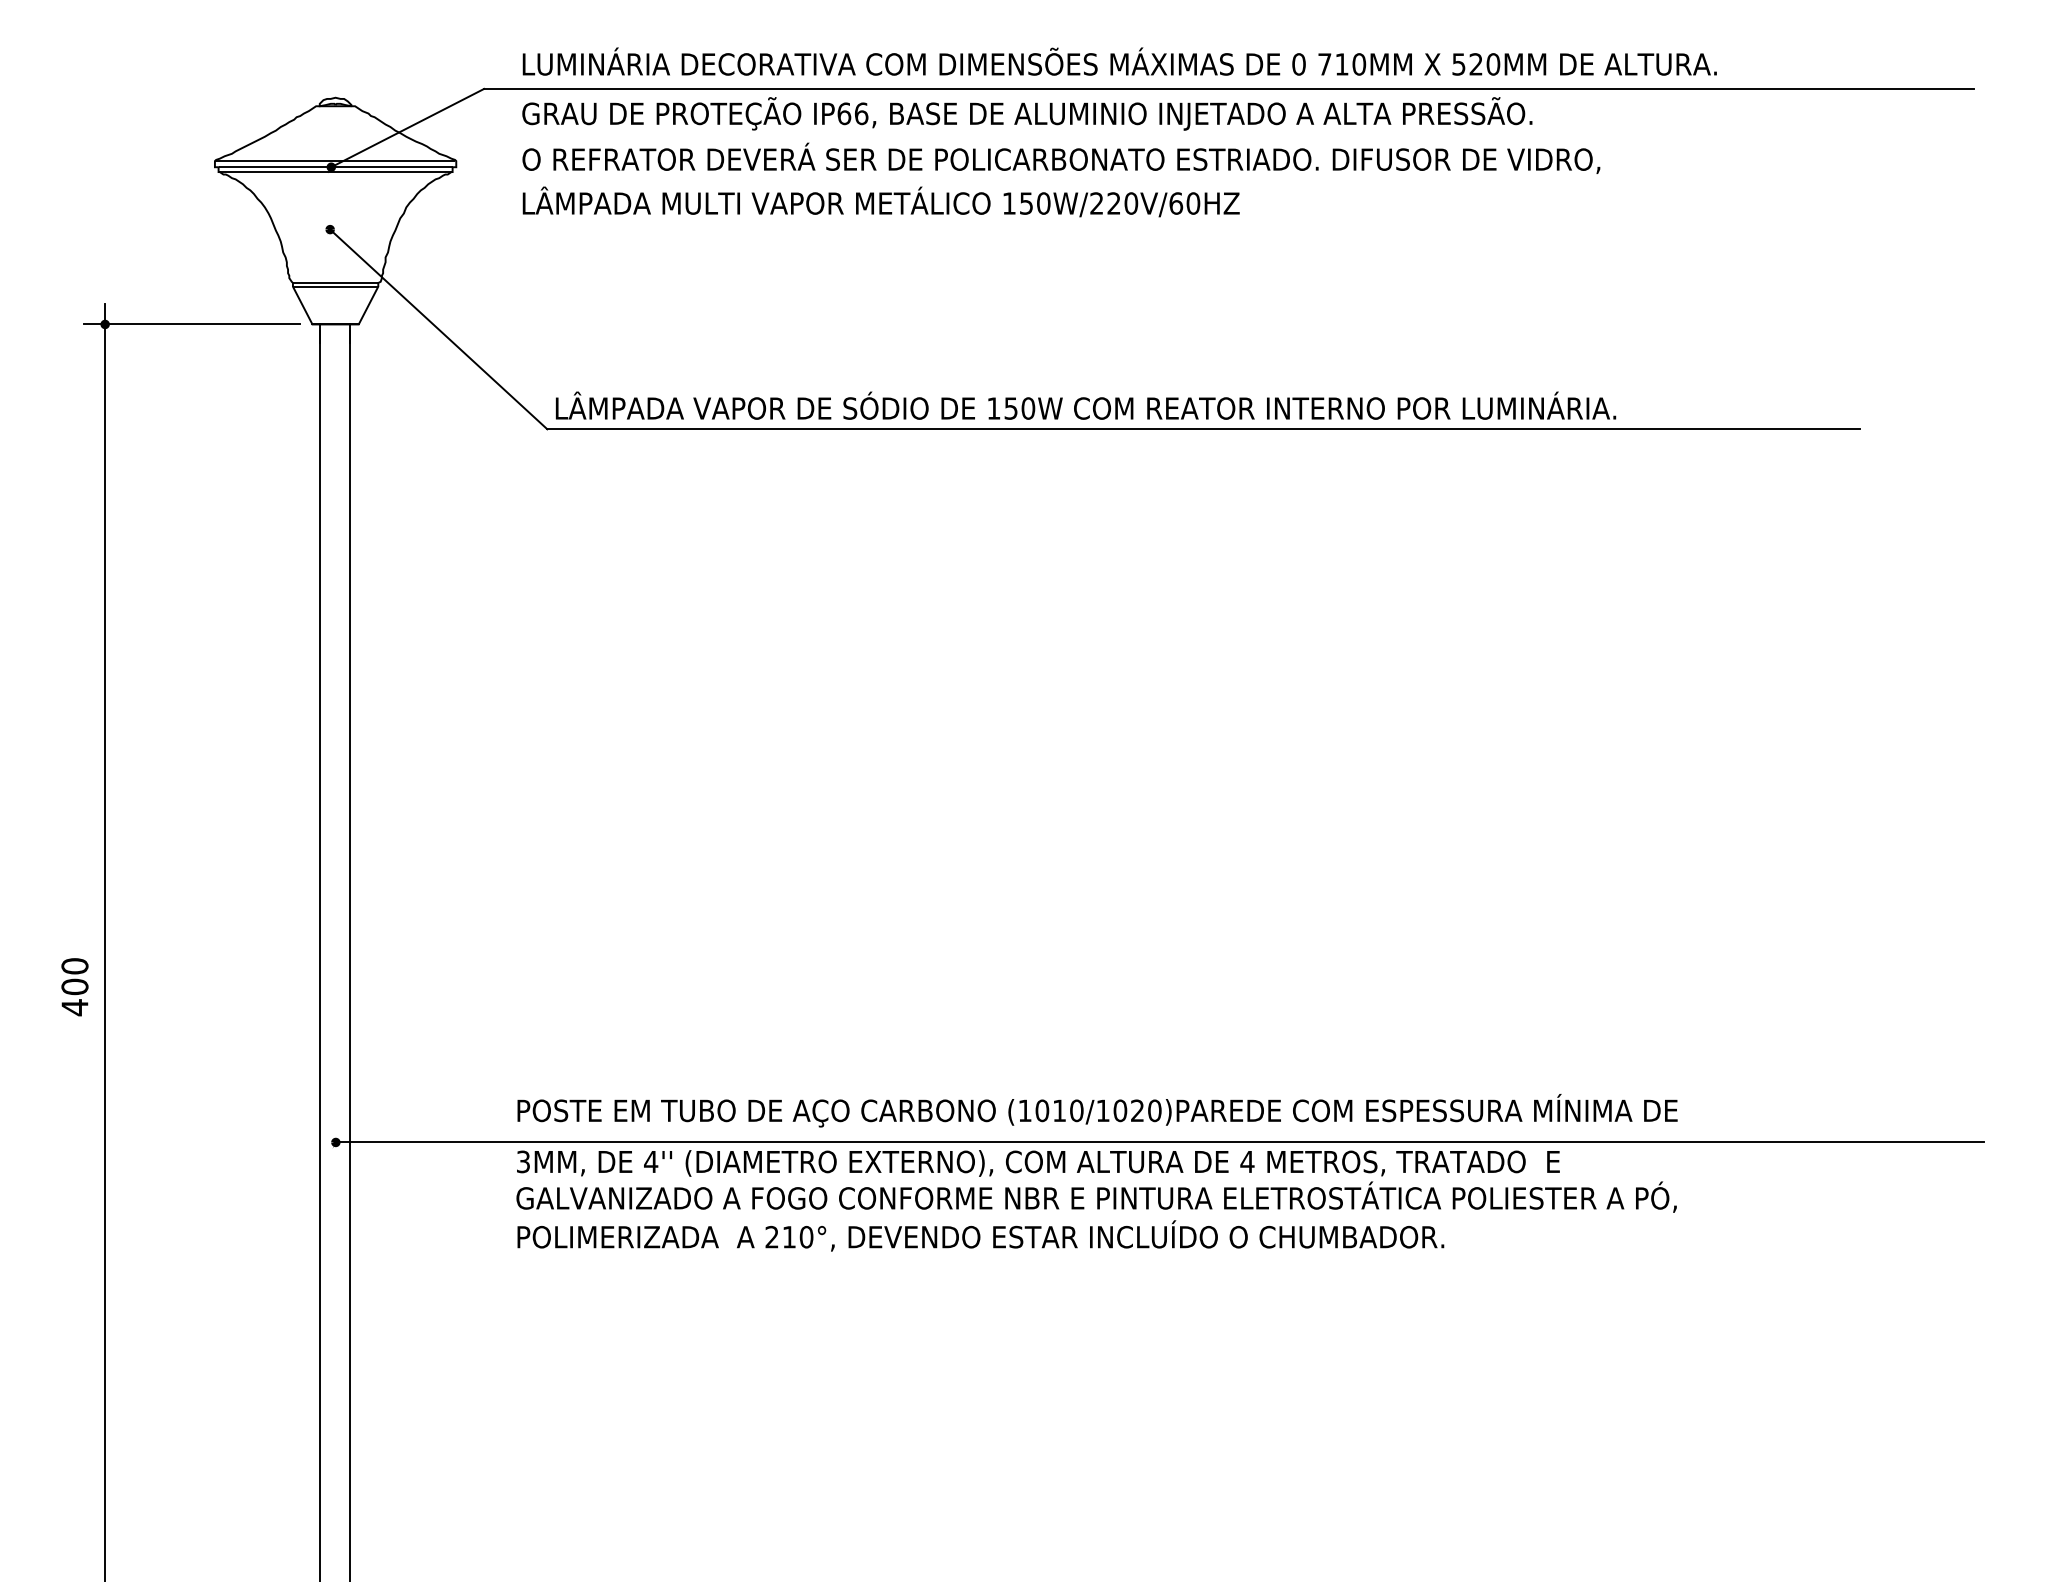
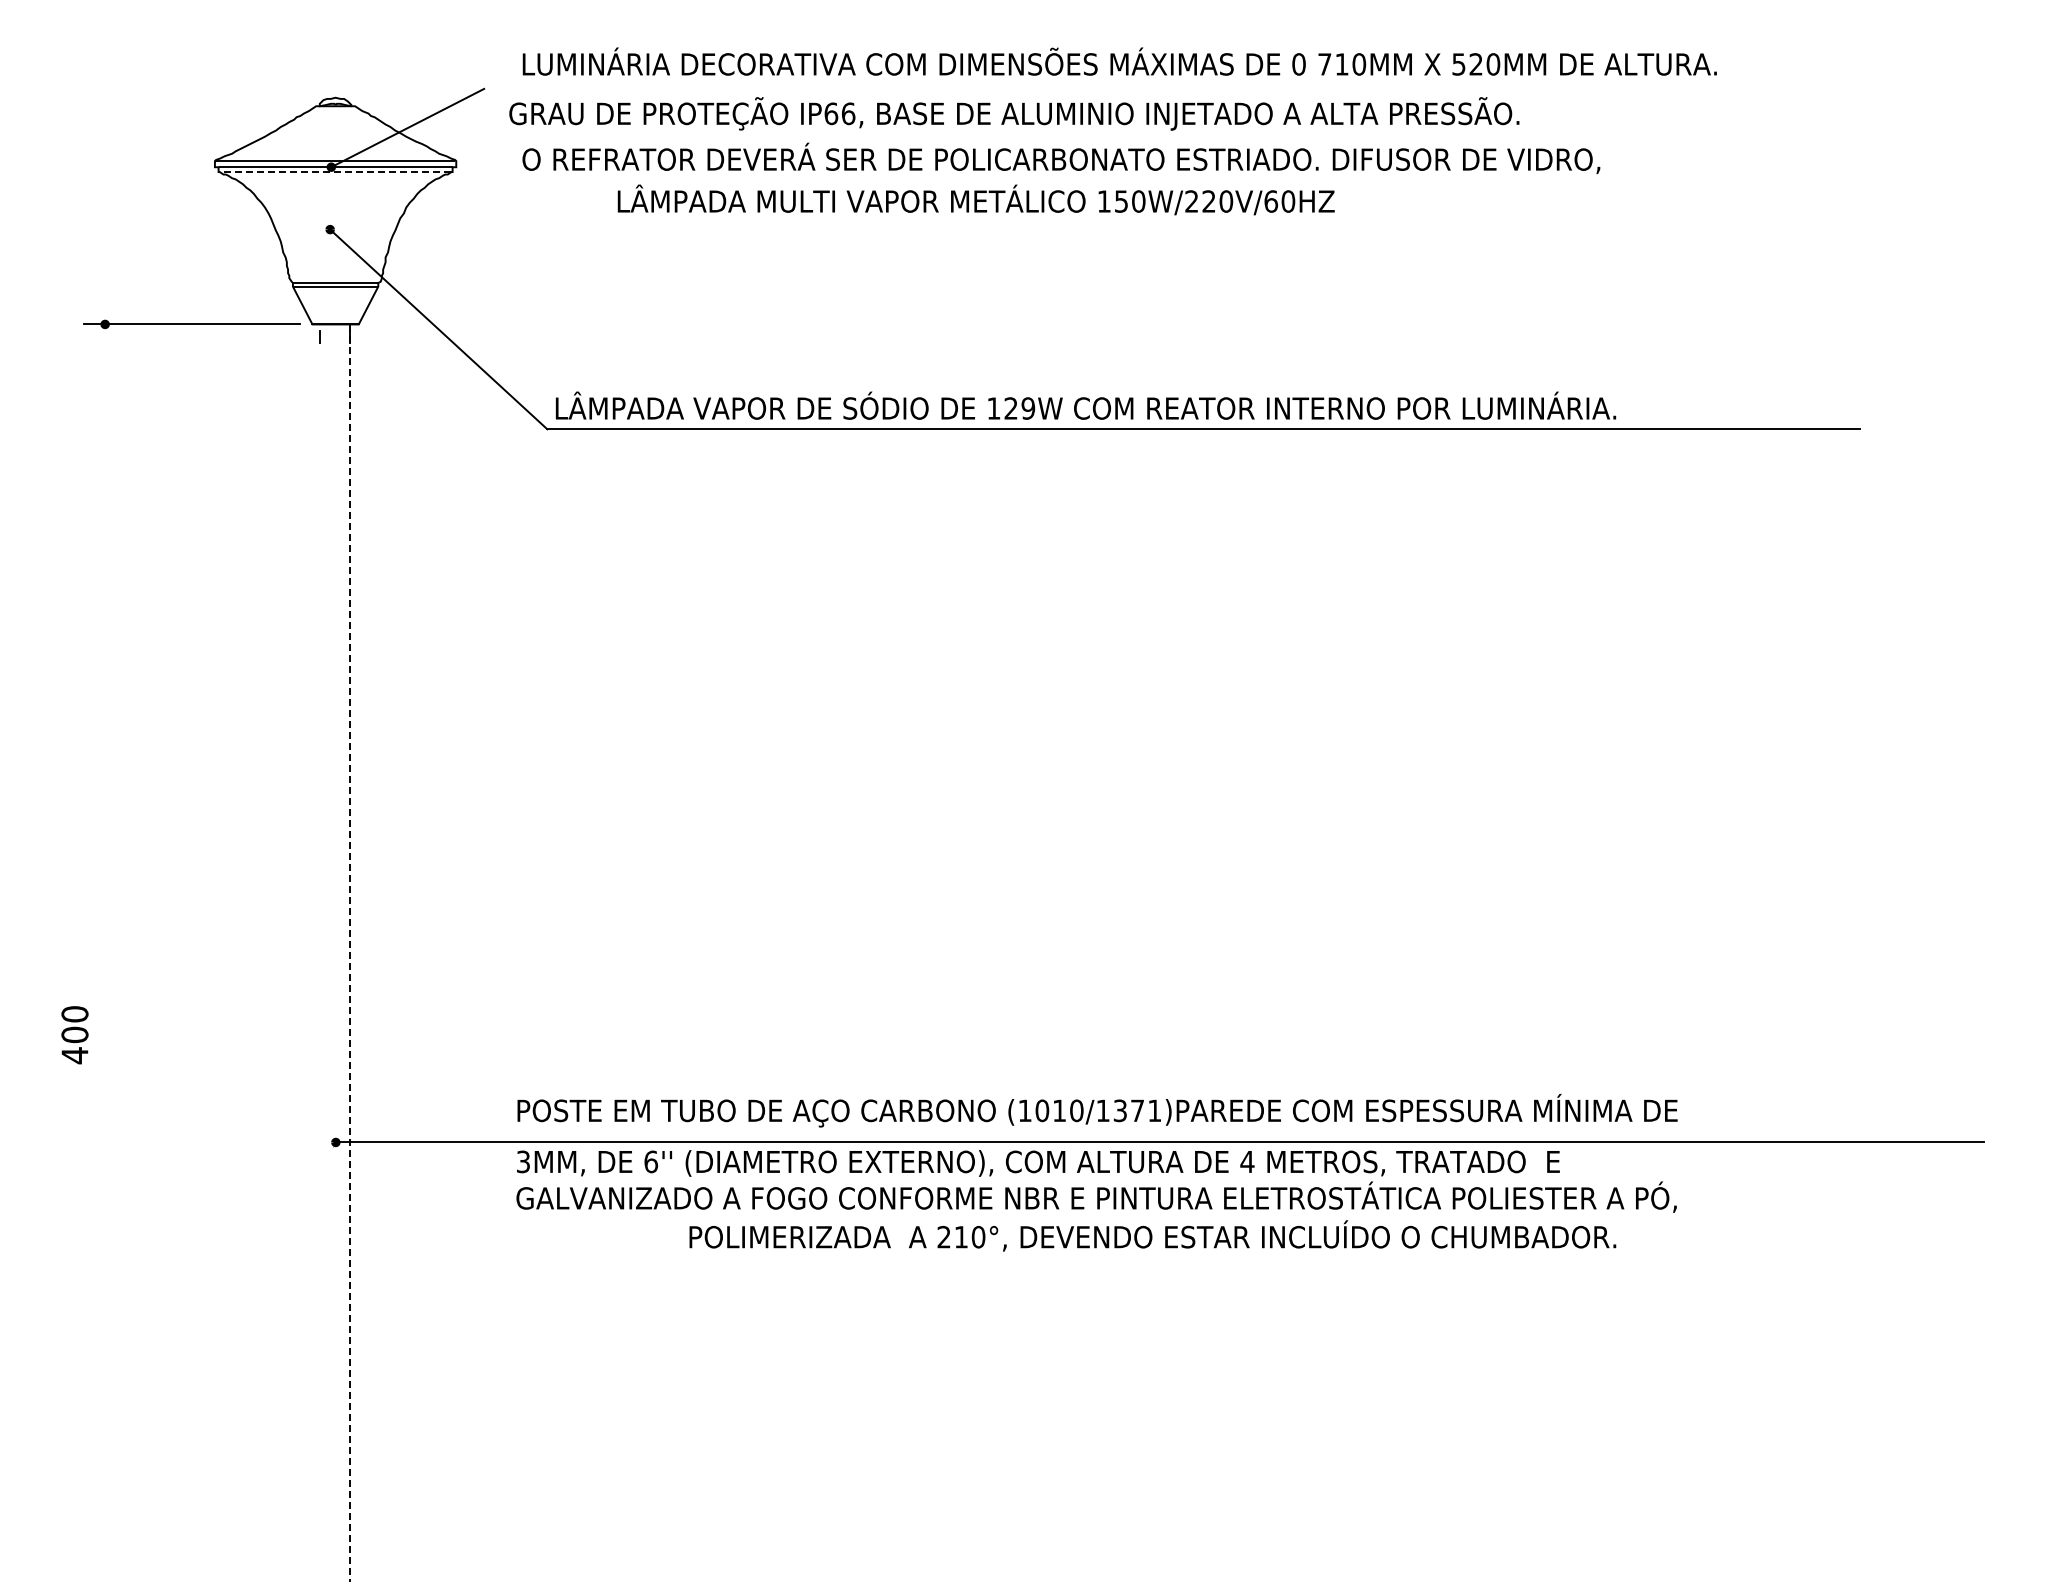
line at (1228, 88): present -> none
text at (1027, 113) position: (1027, 113) -> (1014, 113)
line at (334, 172): solid -> dashed
text at (880, 201) position: (880, 201) -> (975, 199)
text at (1019, 408): 150W -> 129W
line at (105, 940): present -> none
line at (320, 951): present -> none
line at (350, 952): solid -> dashed
text at (74, 987) position: (74, 987) -> (74, 1035)
text at (1137, 1110): (1010/1020)PAREDE -> (1010/1371)PAREDE
text at (651, 1161): 4'' -> 6''
text at (980, 1235) position: (980, 1235) -> (1152, 1235)
